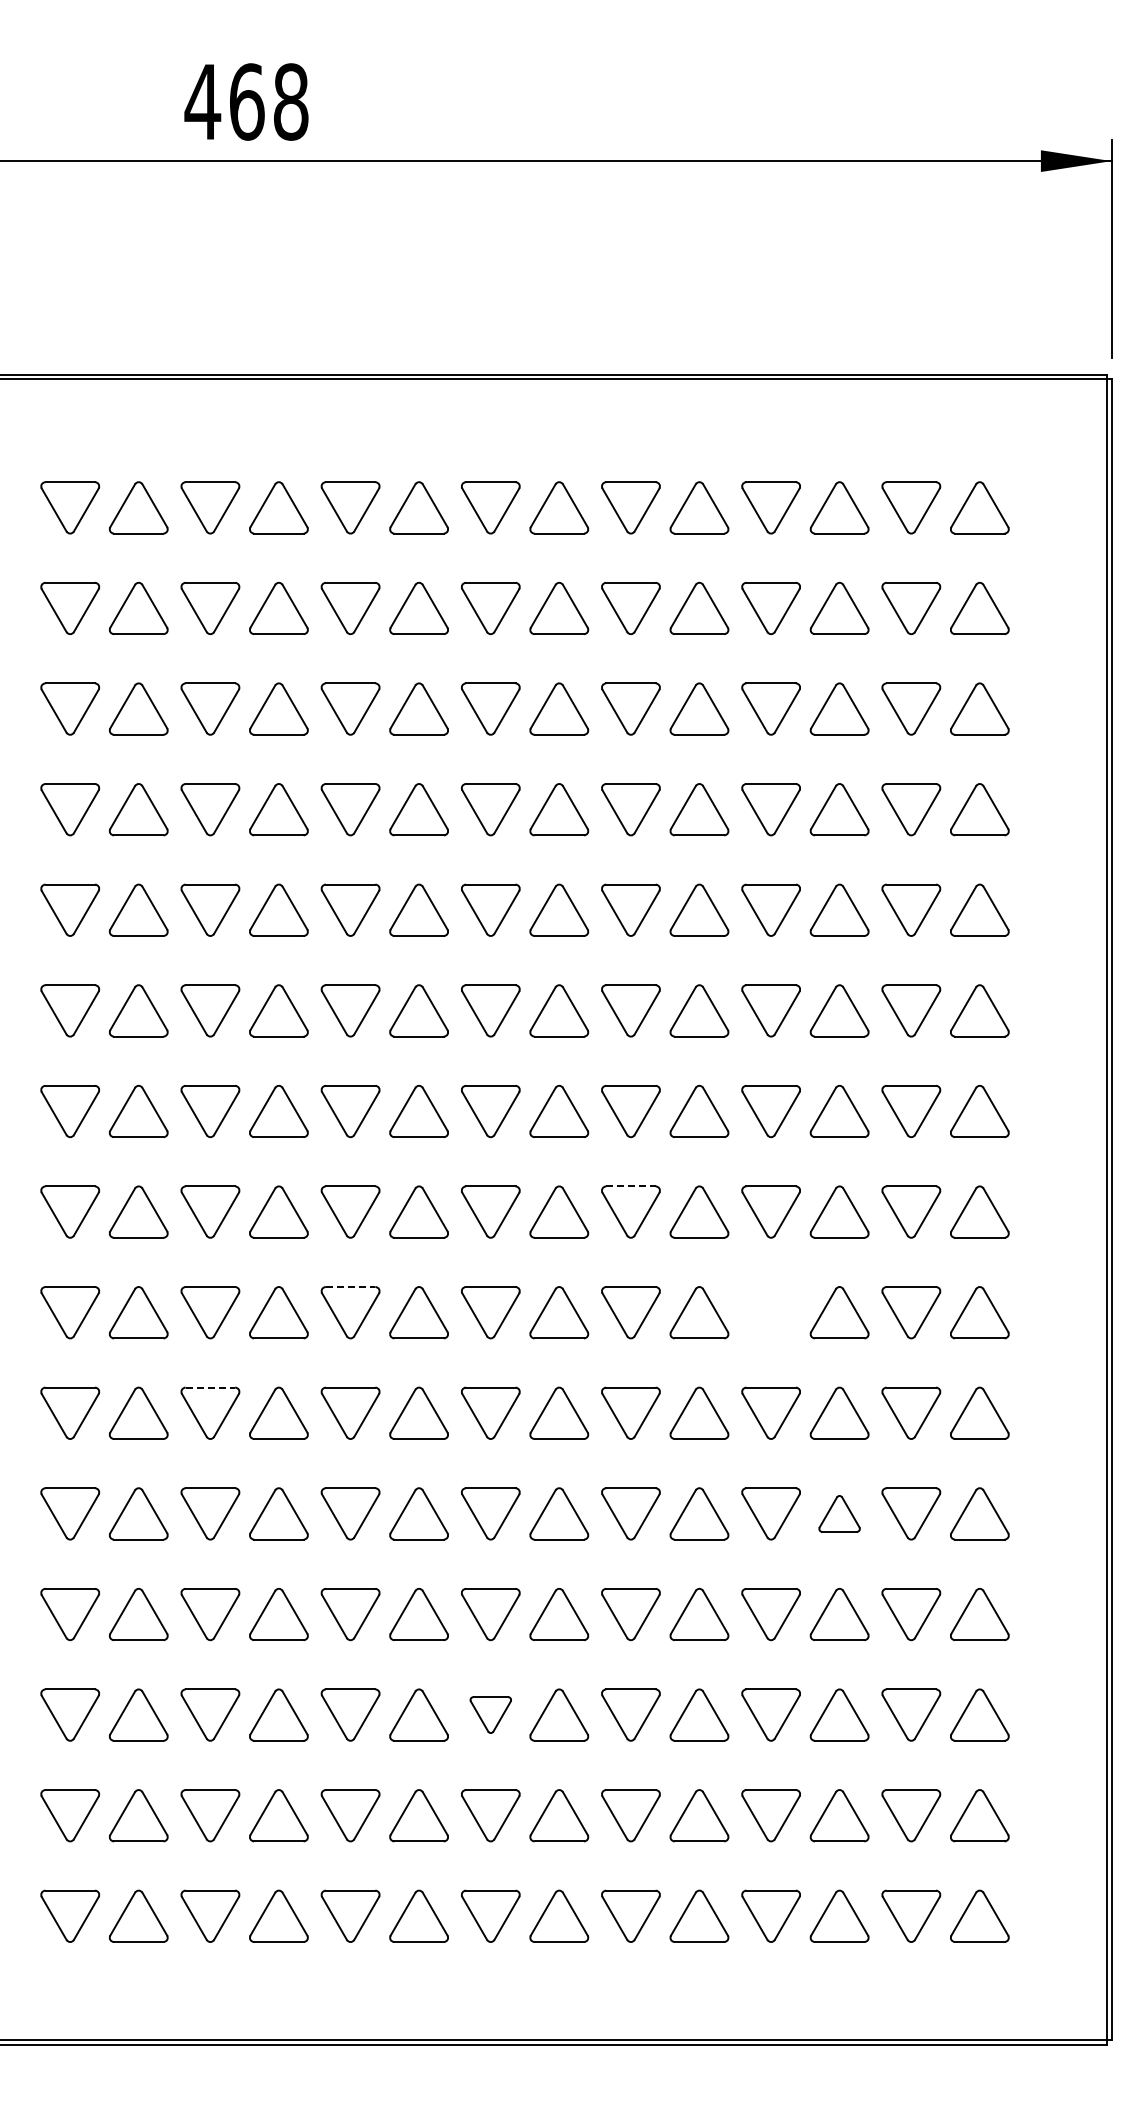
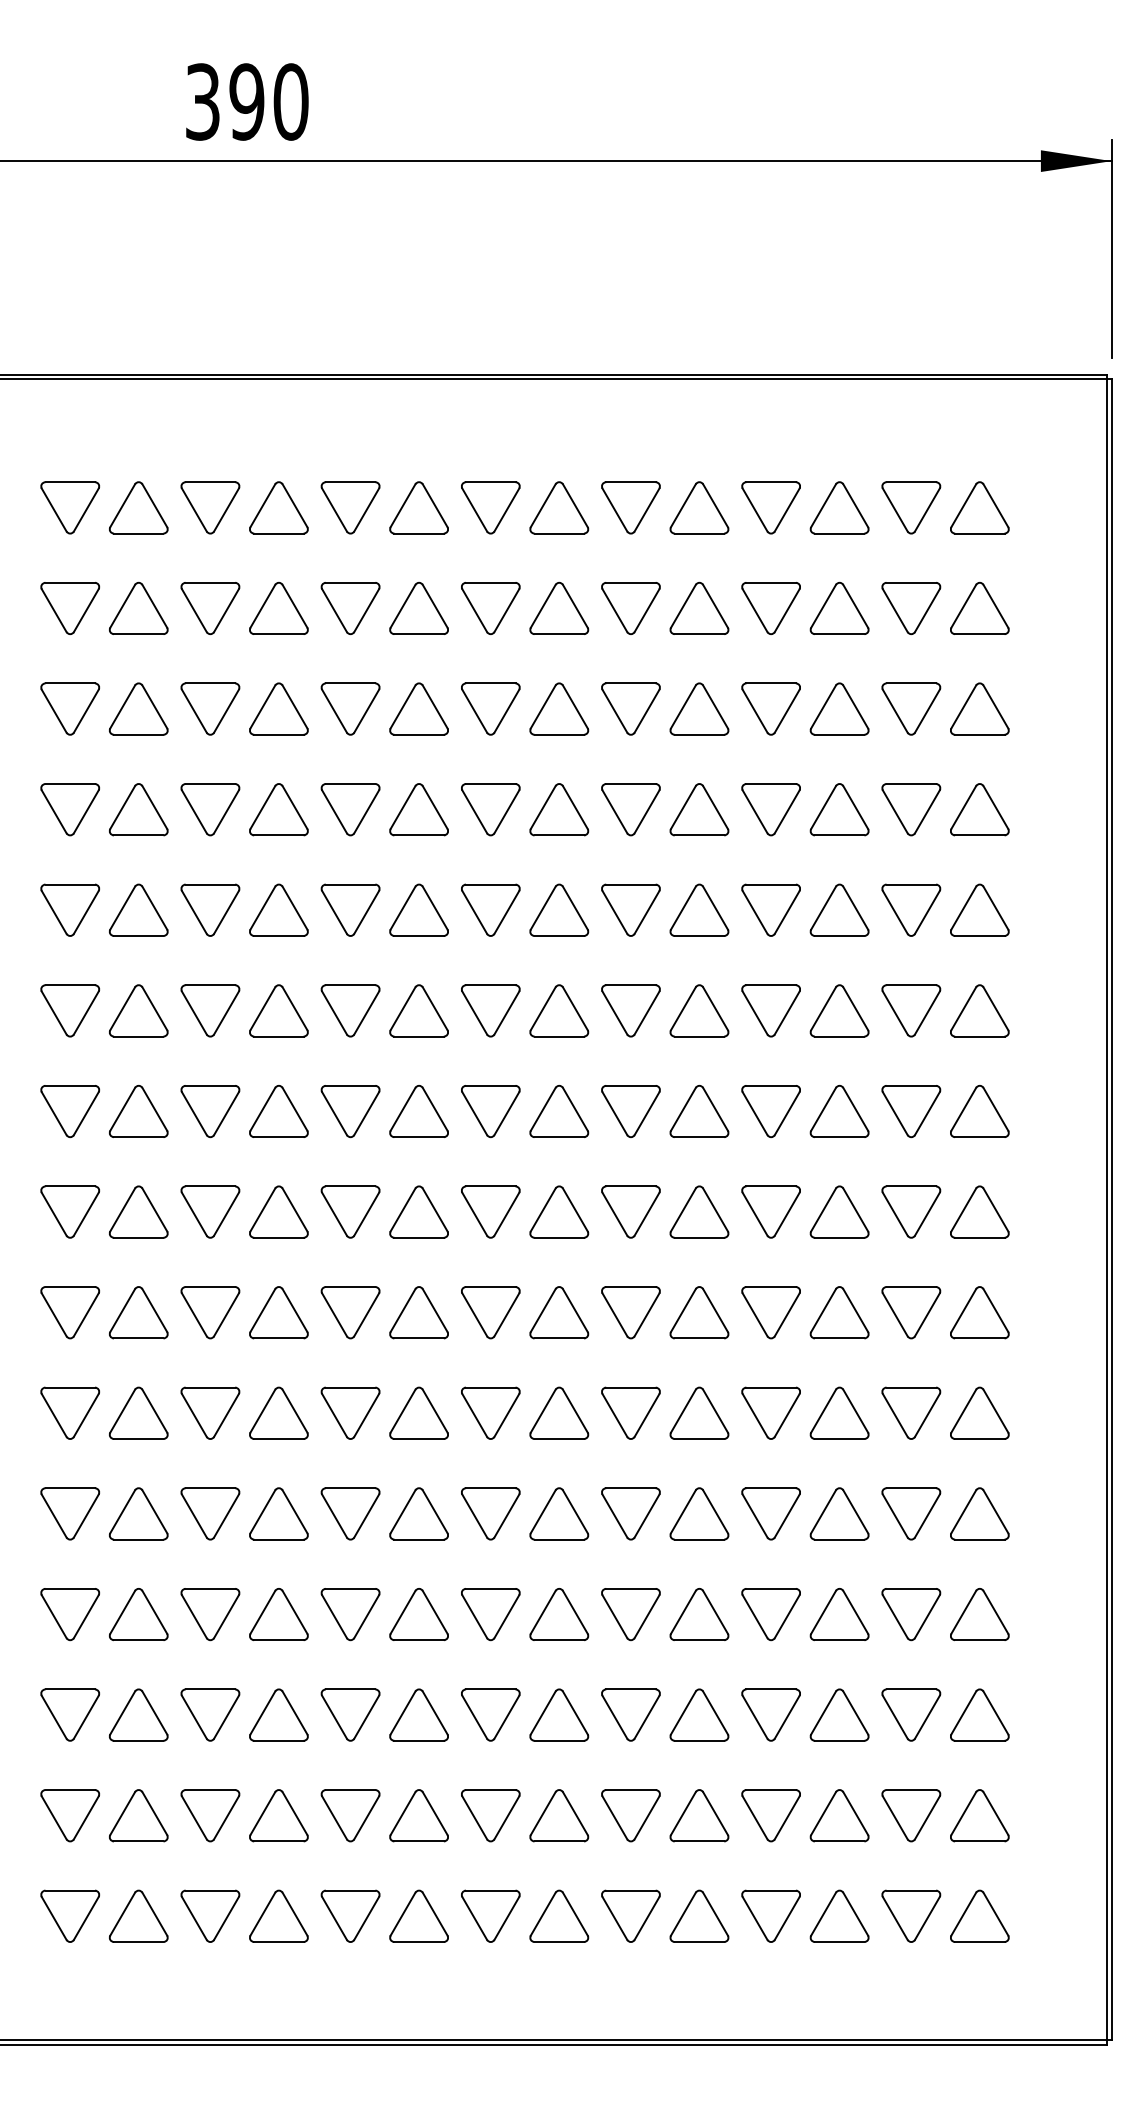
text at (246, 101): 468 -> 390
line at (630, 1186): dashed -> solid
line at (350, 1287): dashed -> solid
part at (770, 1312): none -> present
line at (210, 1387): dashed -> solid
part at (839, 1513) size: 43x38 px -> 61x54 px
part at (490, 1714) size: 43x38 px -> 60x54 px
